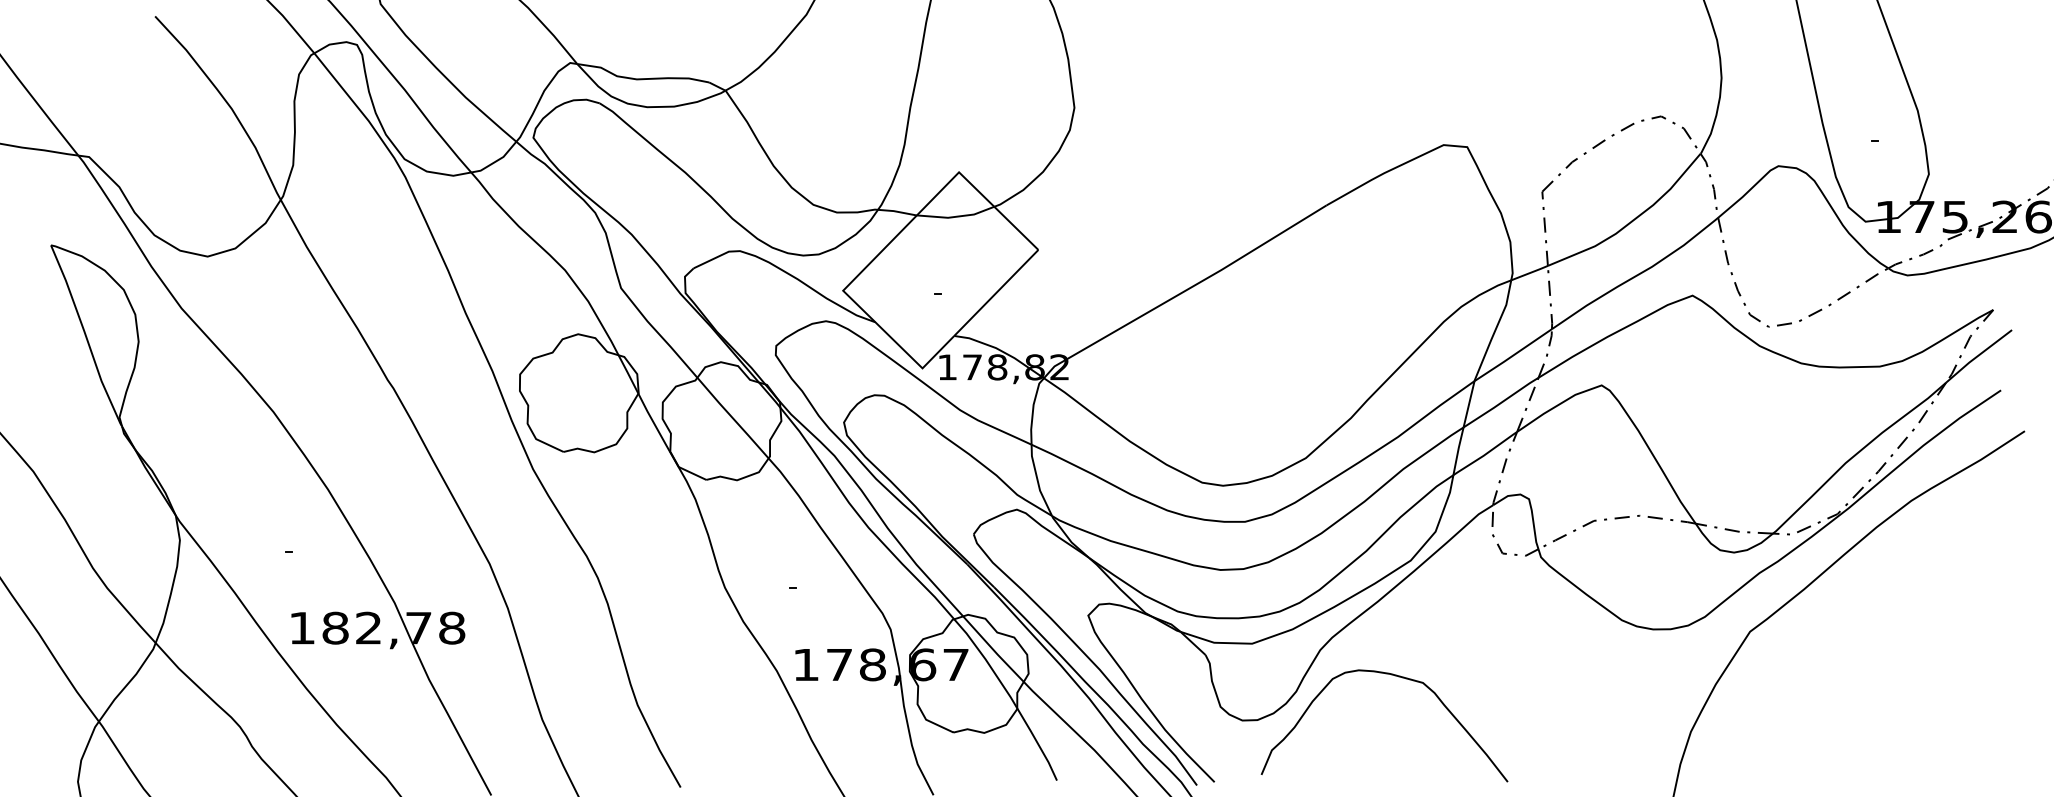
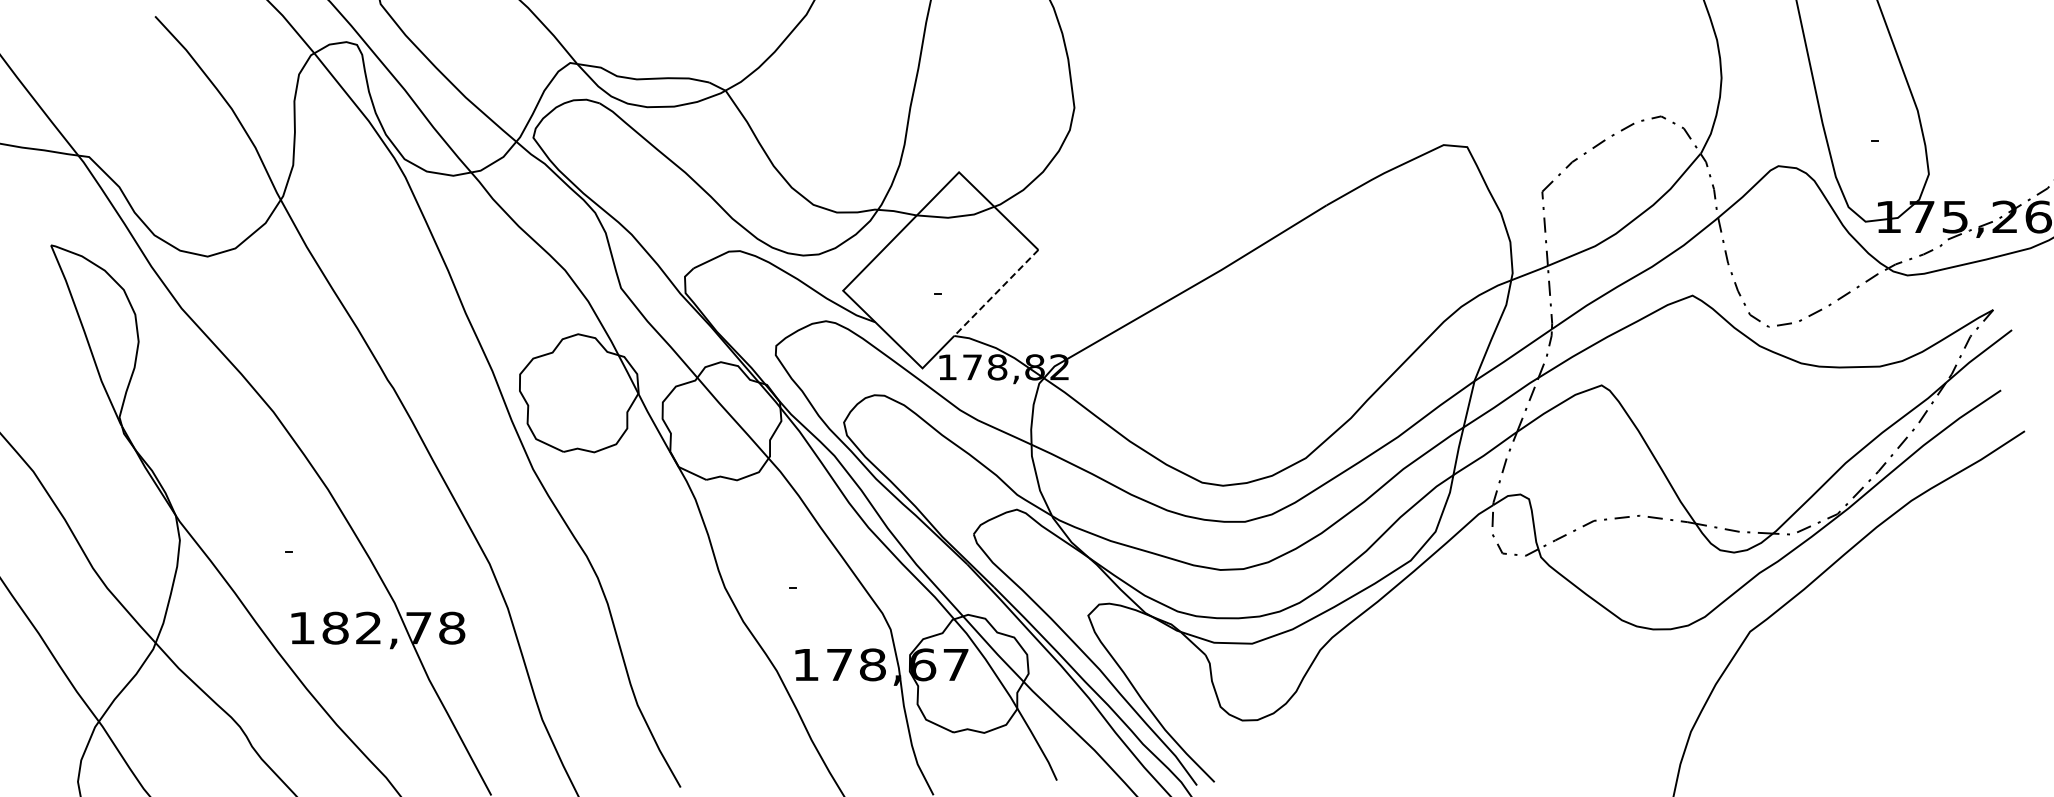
line at (996, 293): solid -> dashed
curve at (1398, 677): present -> none
